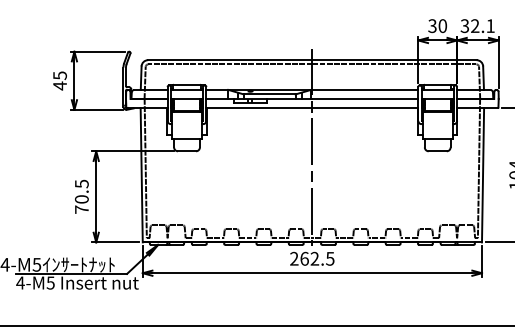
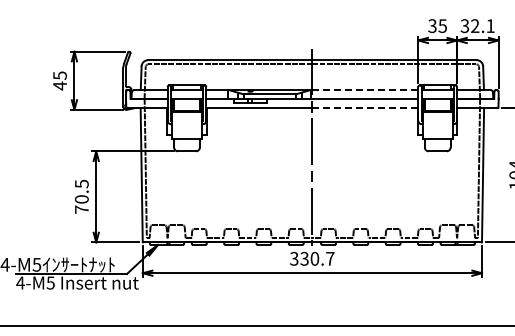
text at (442, 25): 30 -> 35
line at (365, 89): solid -> dashed
line at (365, 108): solid -> dashed
text at (312, 258): 262.5 -> 330.7
